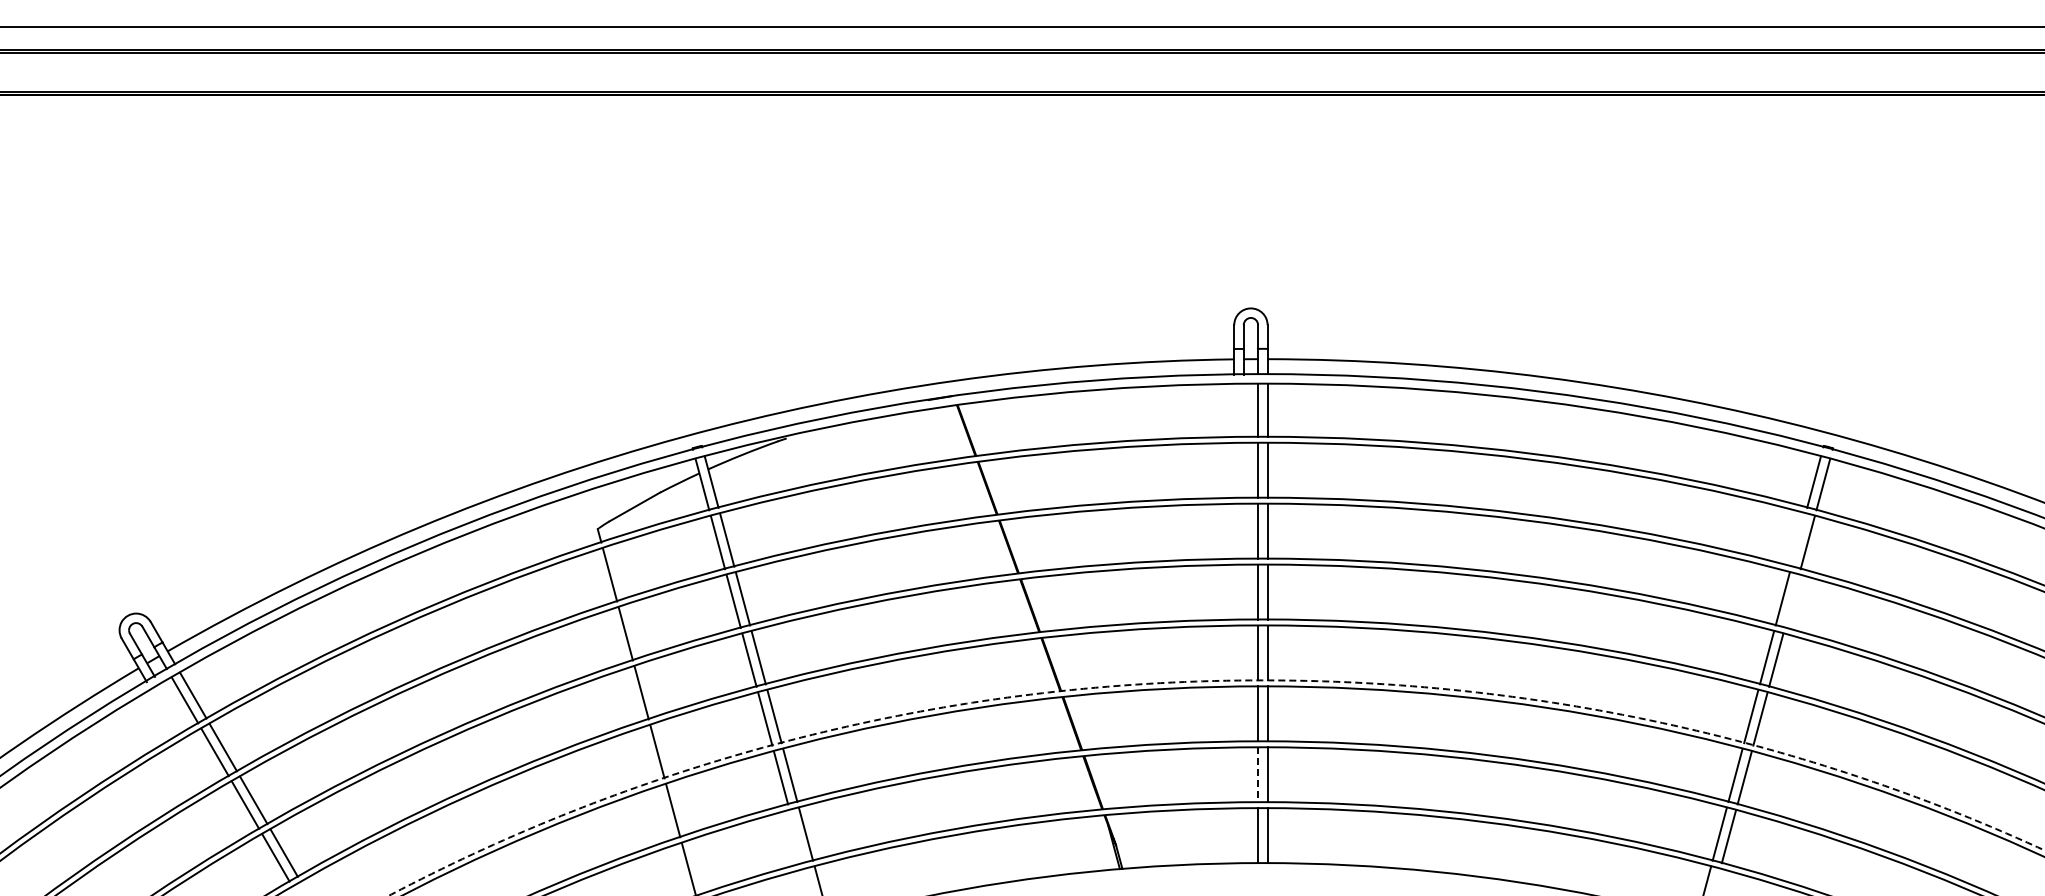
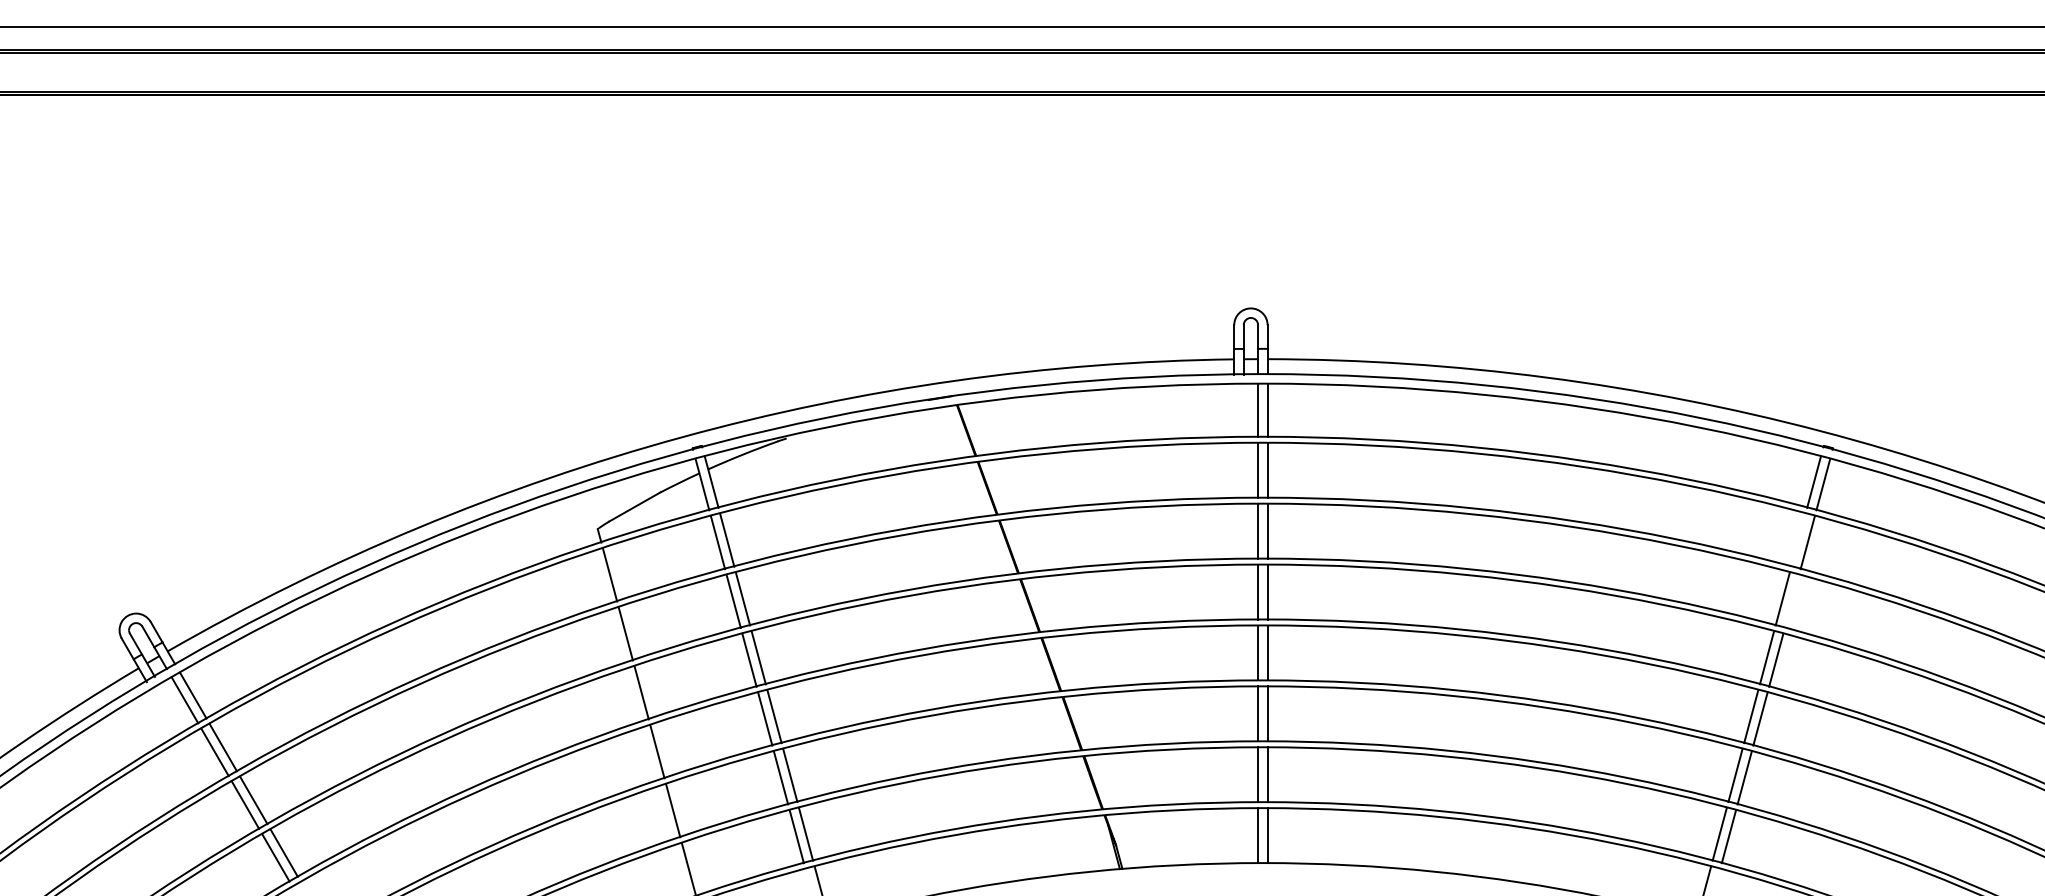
arc at (1211, 681): dashed -> solid
line at (1258, 775): dashed -> solid
line at (796, 836): none -> present
